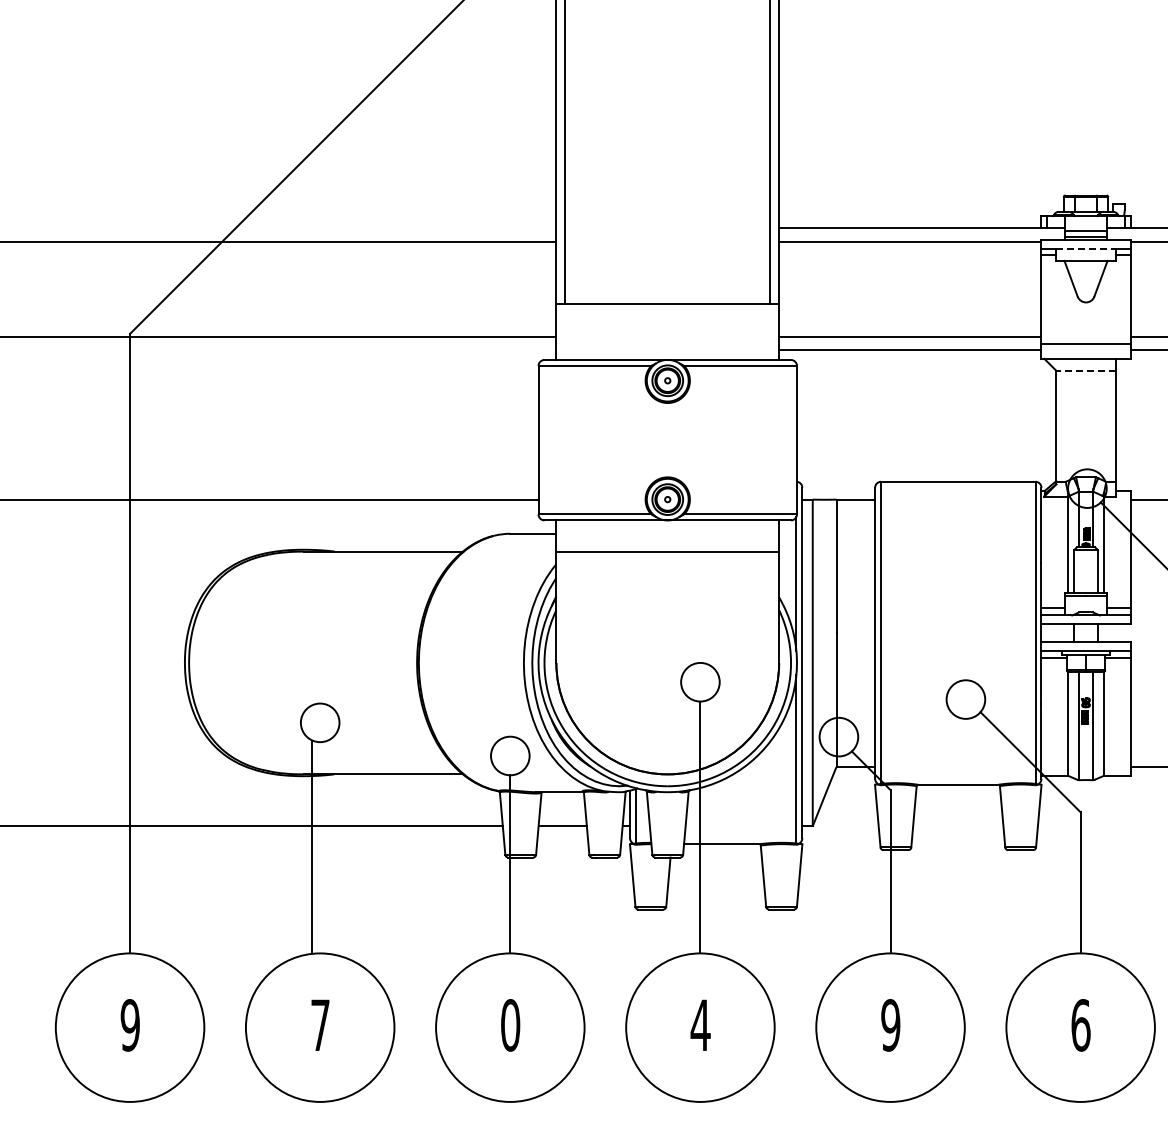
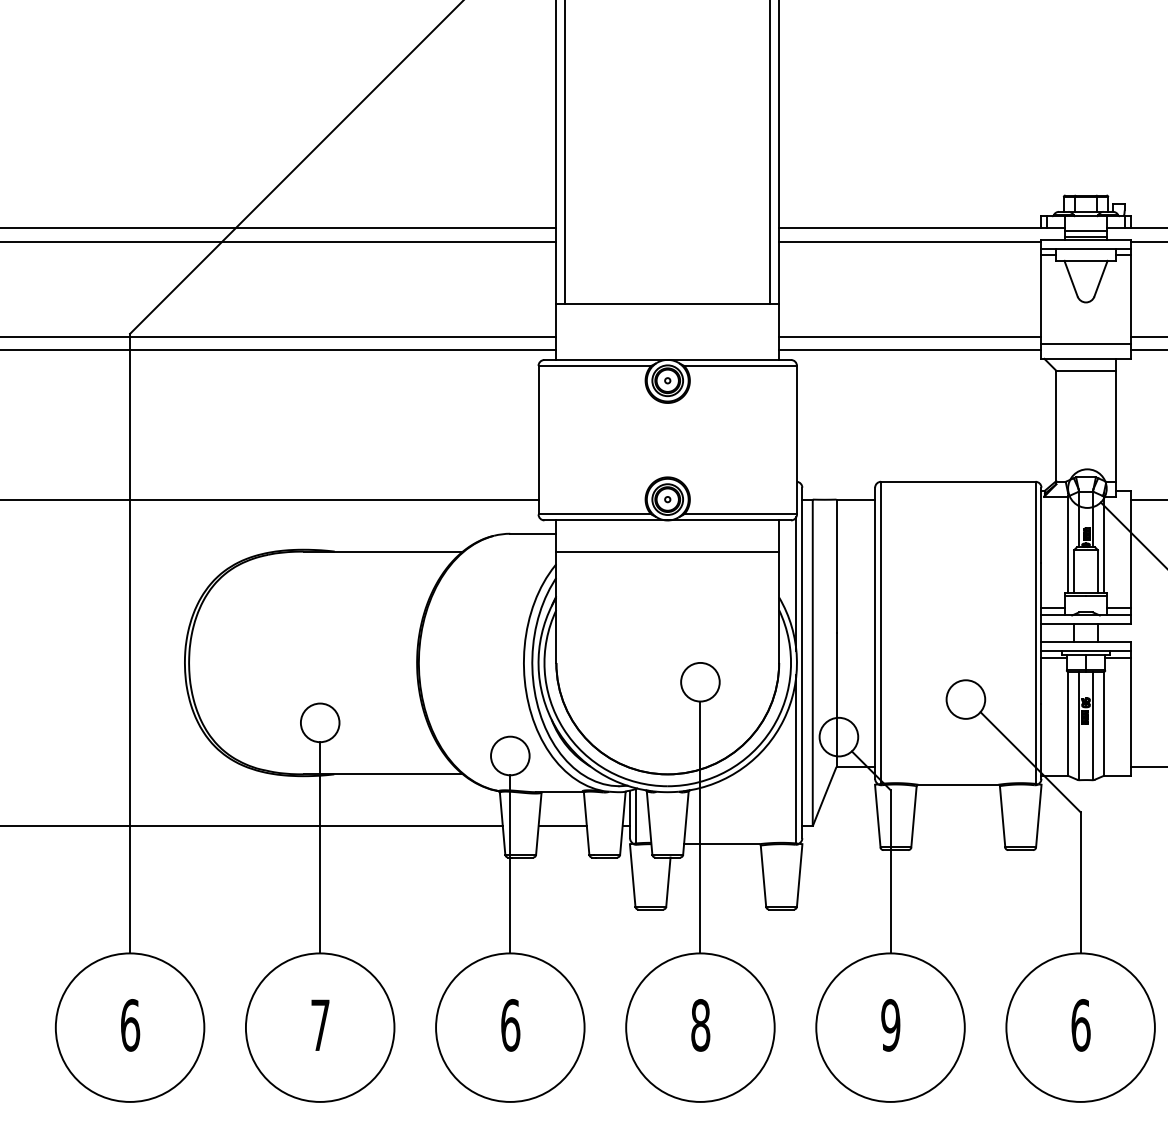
line at (279, 228): none -> present
line at (1086, 248): dashed -> solid
line at (279, 349): none -> present
line at (1086, 370): dashed -> solid
line at (312, 847) position: (312, 847) -> (320, 847)
text at (130, 1025): 9 -> 6
text at (510, 1025): 0 -> 6
text at (700, 1025): 4 -> 8
